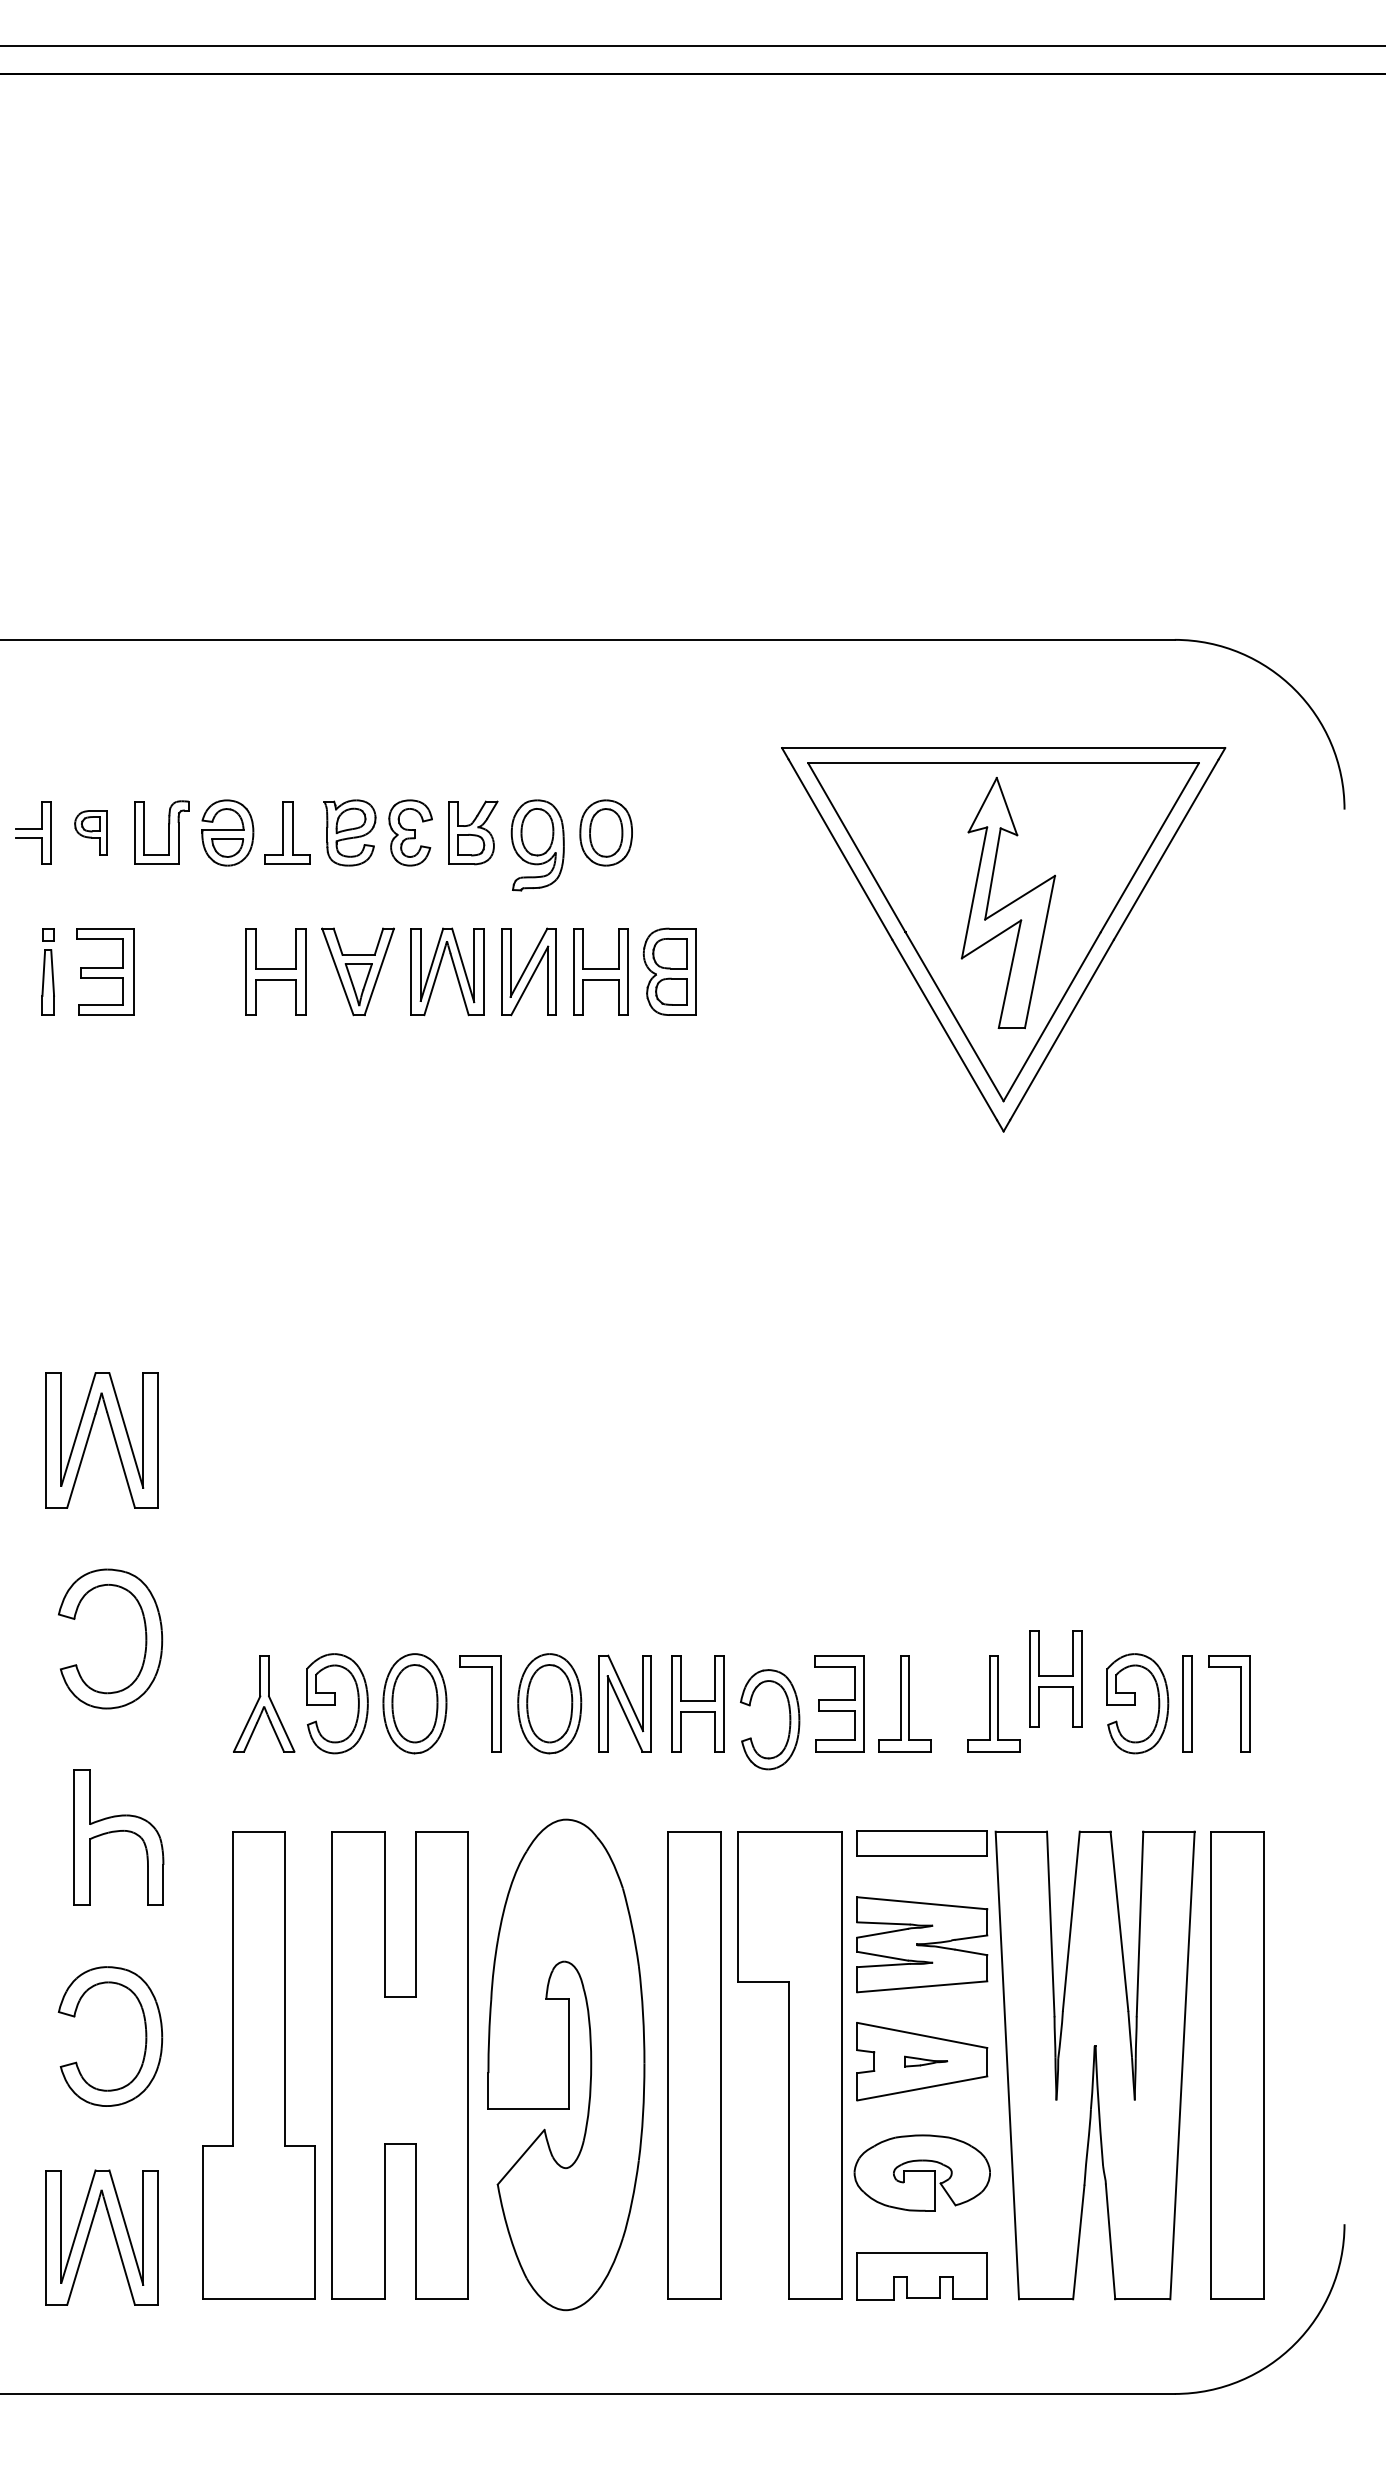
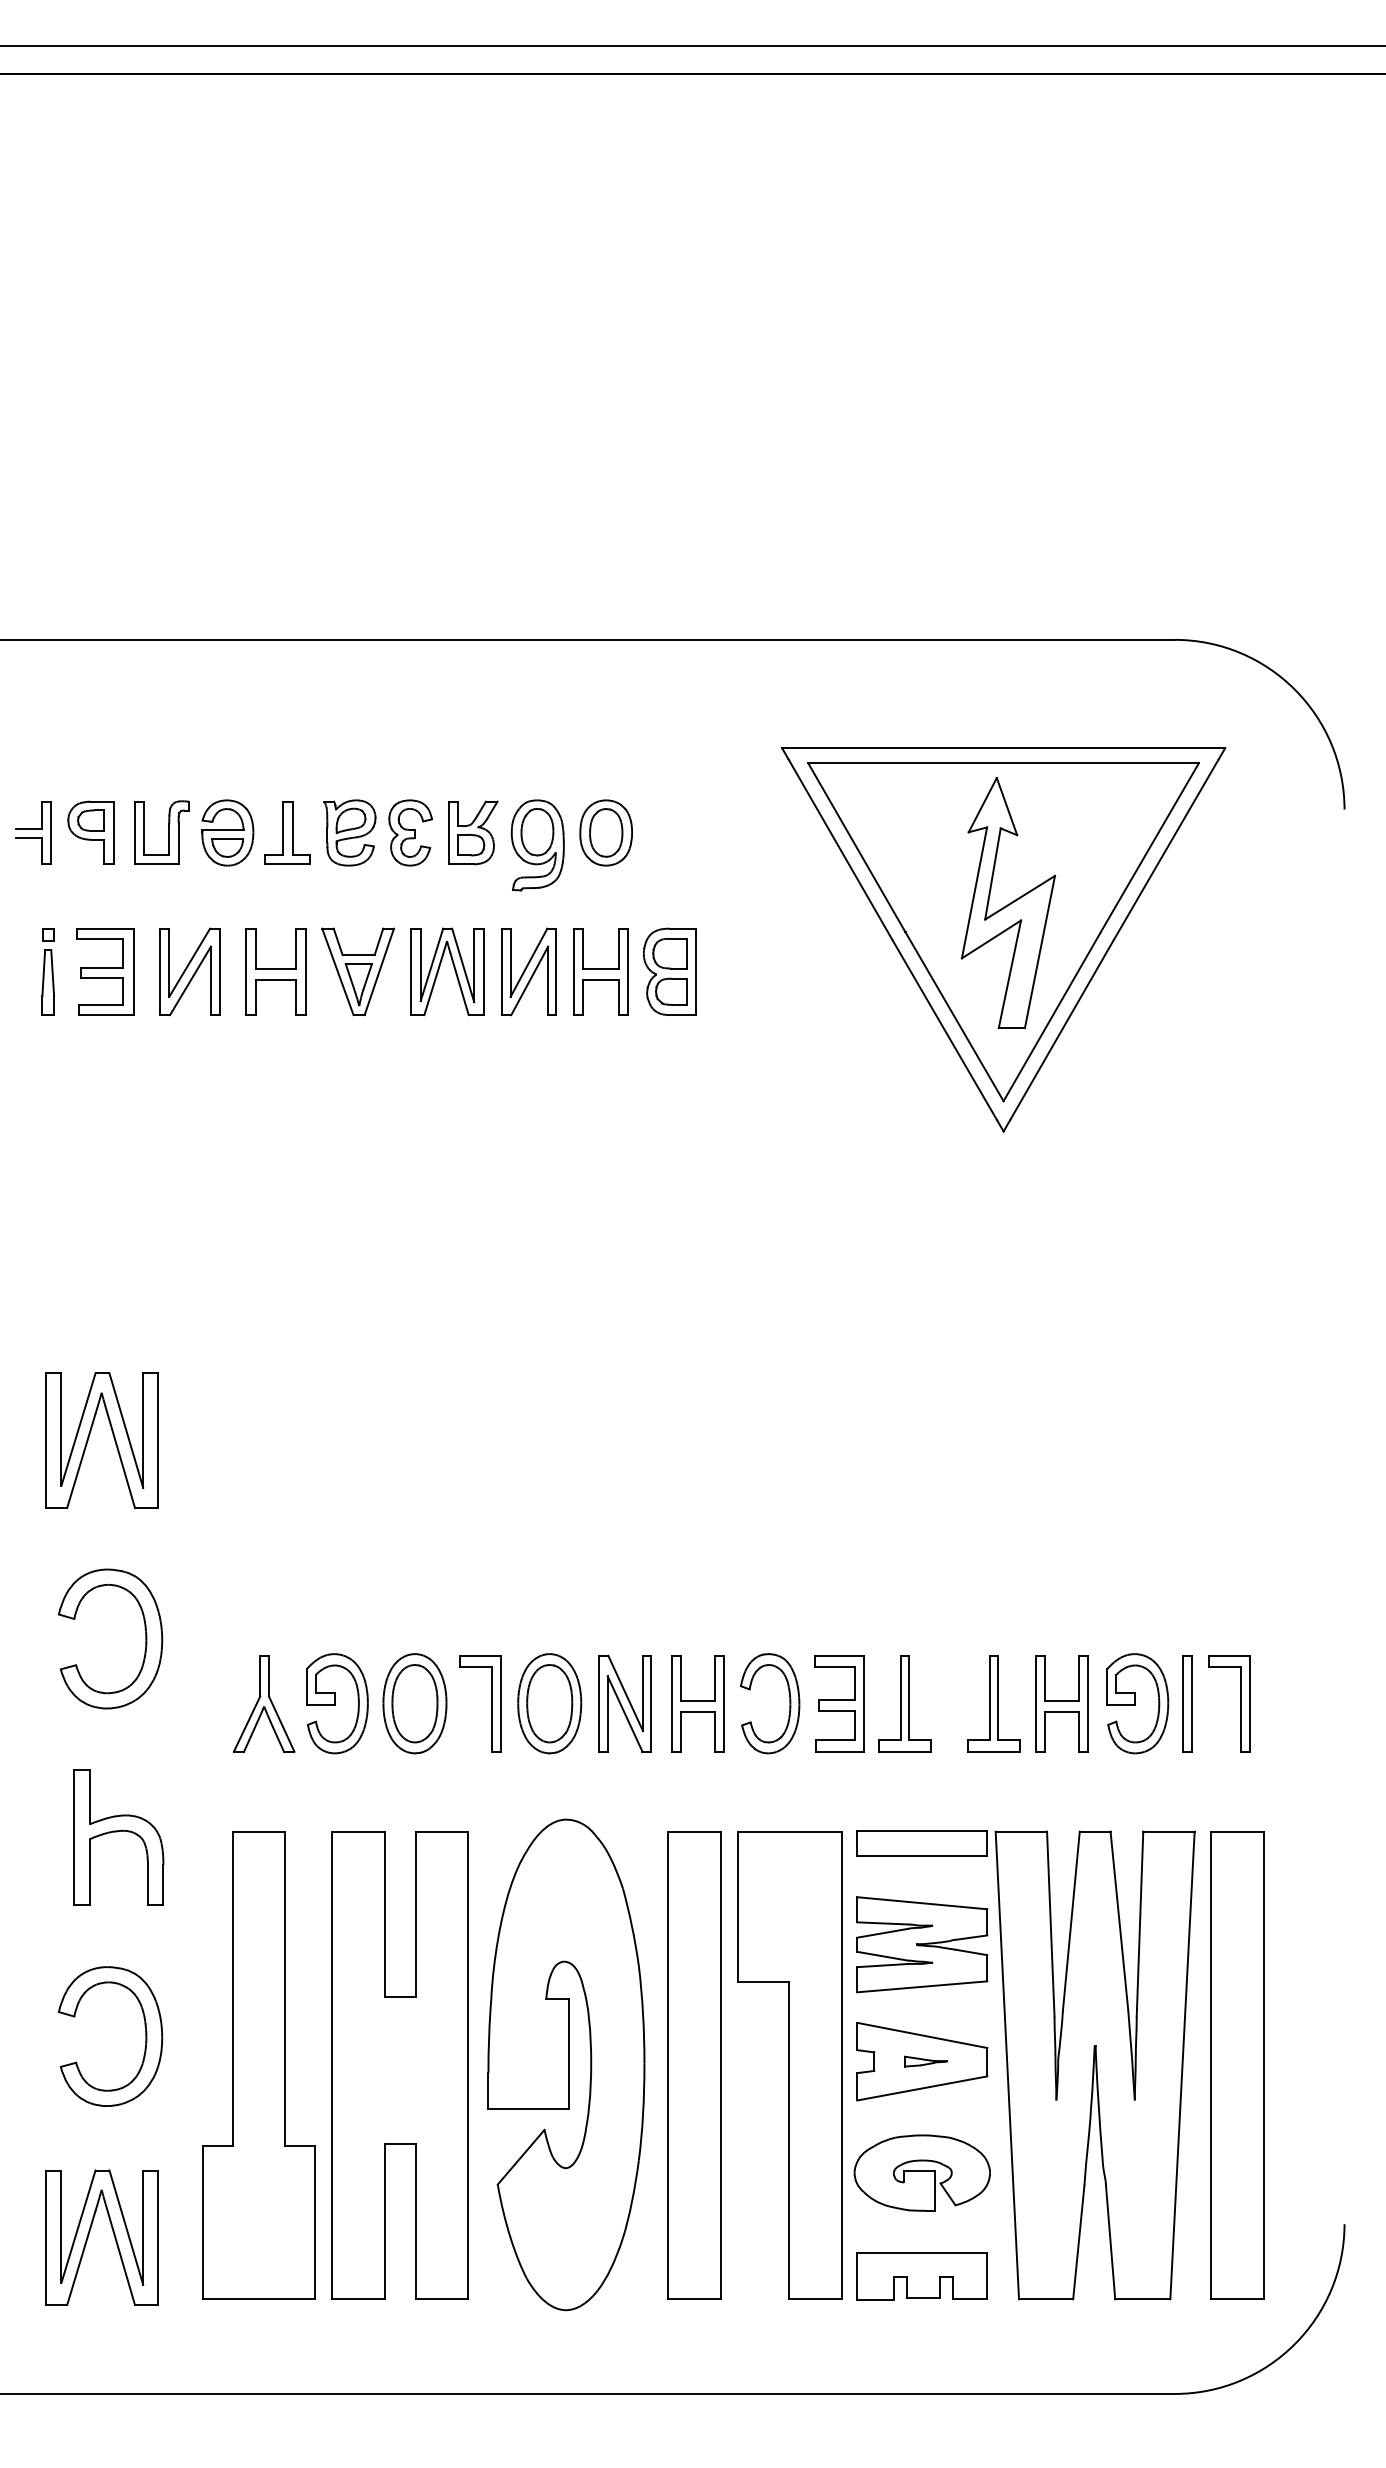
part at (90, 832) size: 34x46 px -> 48x65 px
part at (189, 971): none -> present
part at (1055, 1678) position: (1055, 1678) -> (1061, 1703)
part at (789, 1719) position: (789, 1719) -> (789, 1703)
